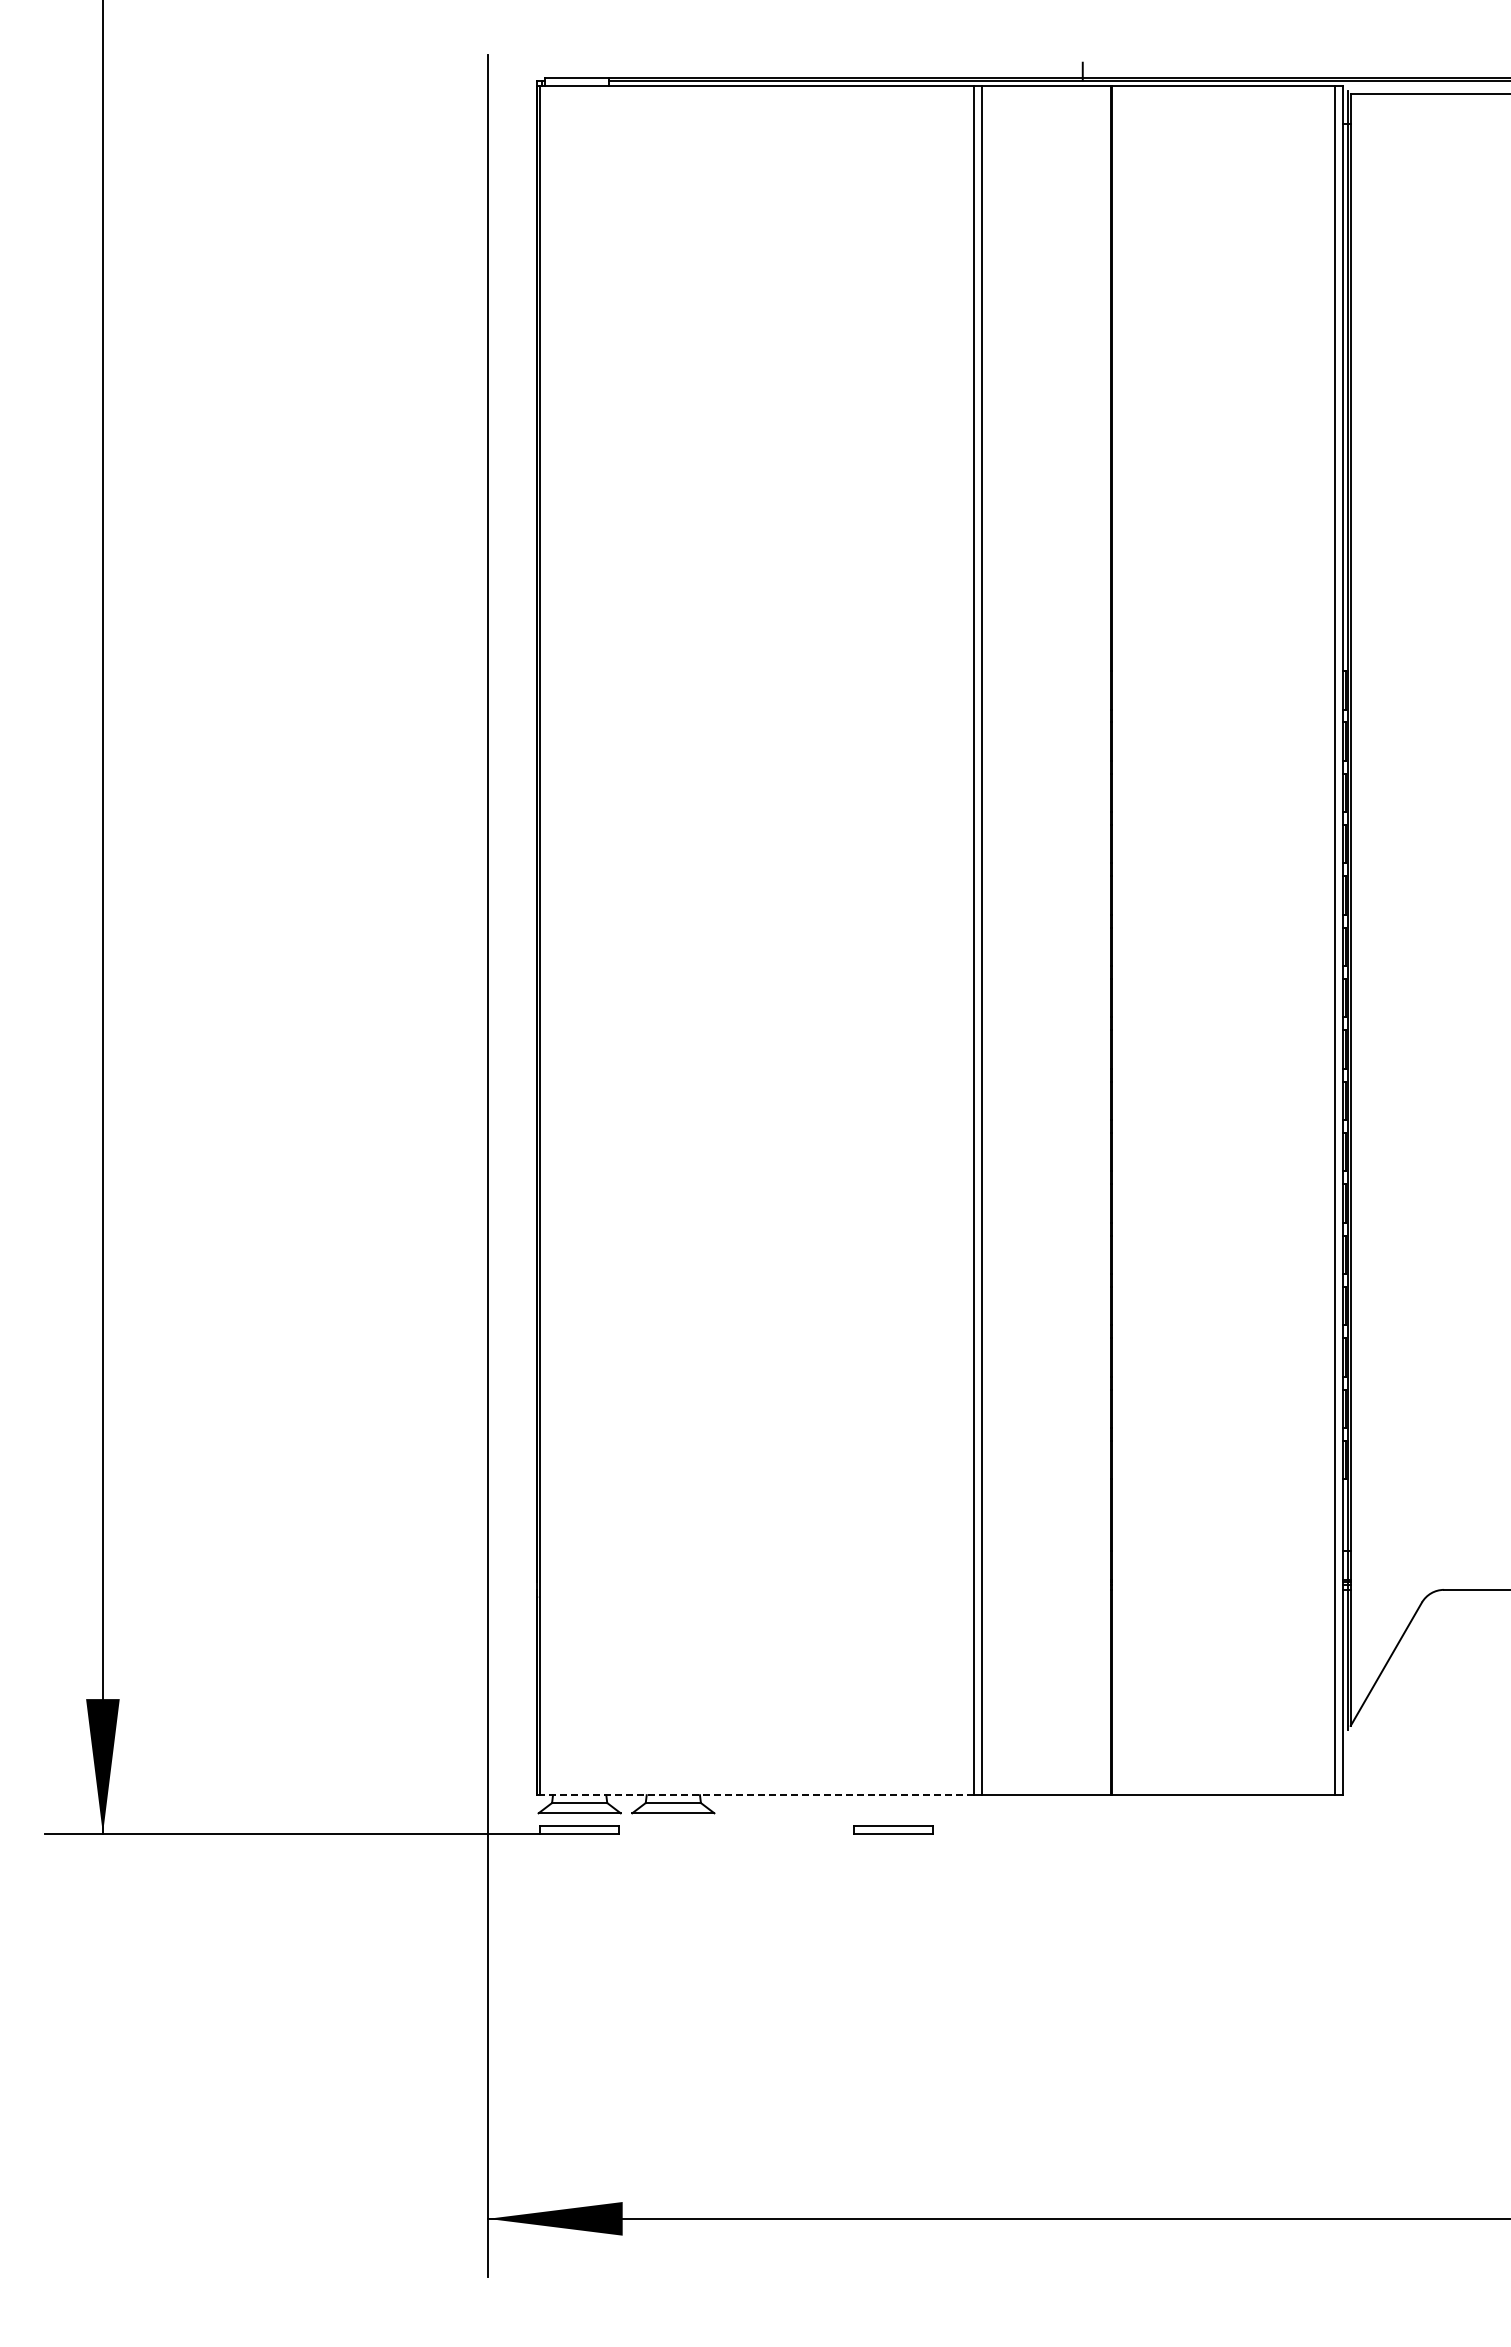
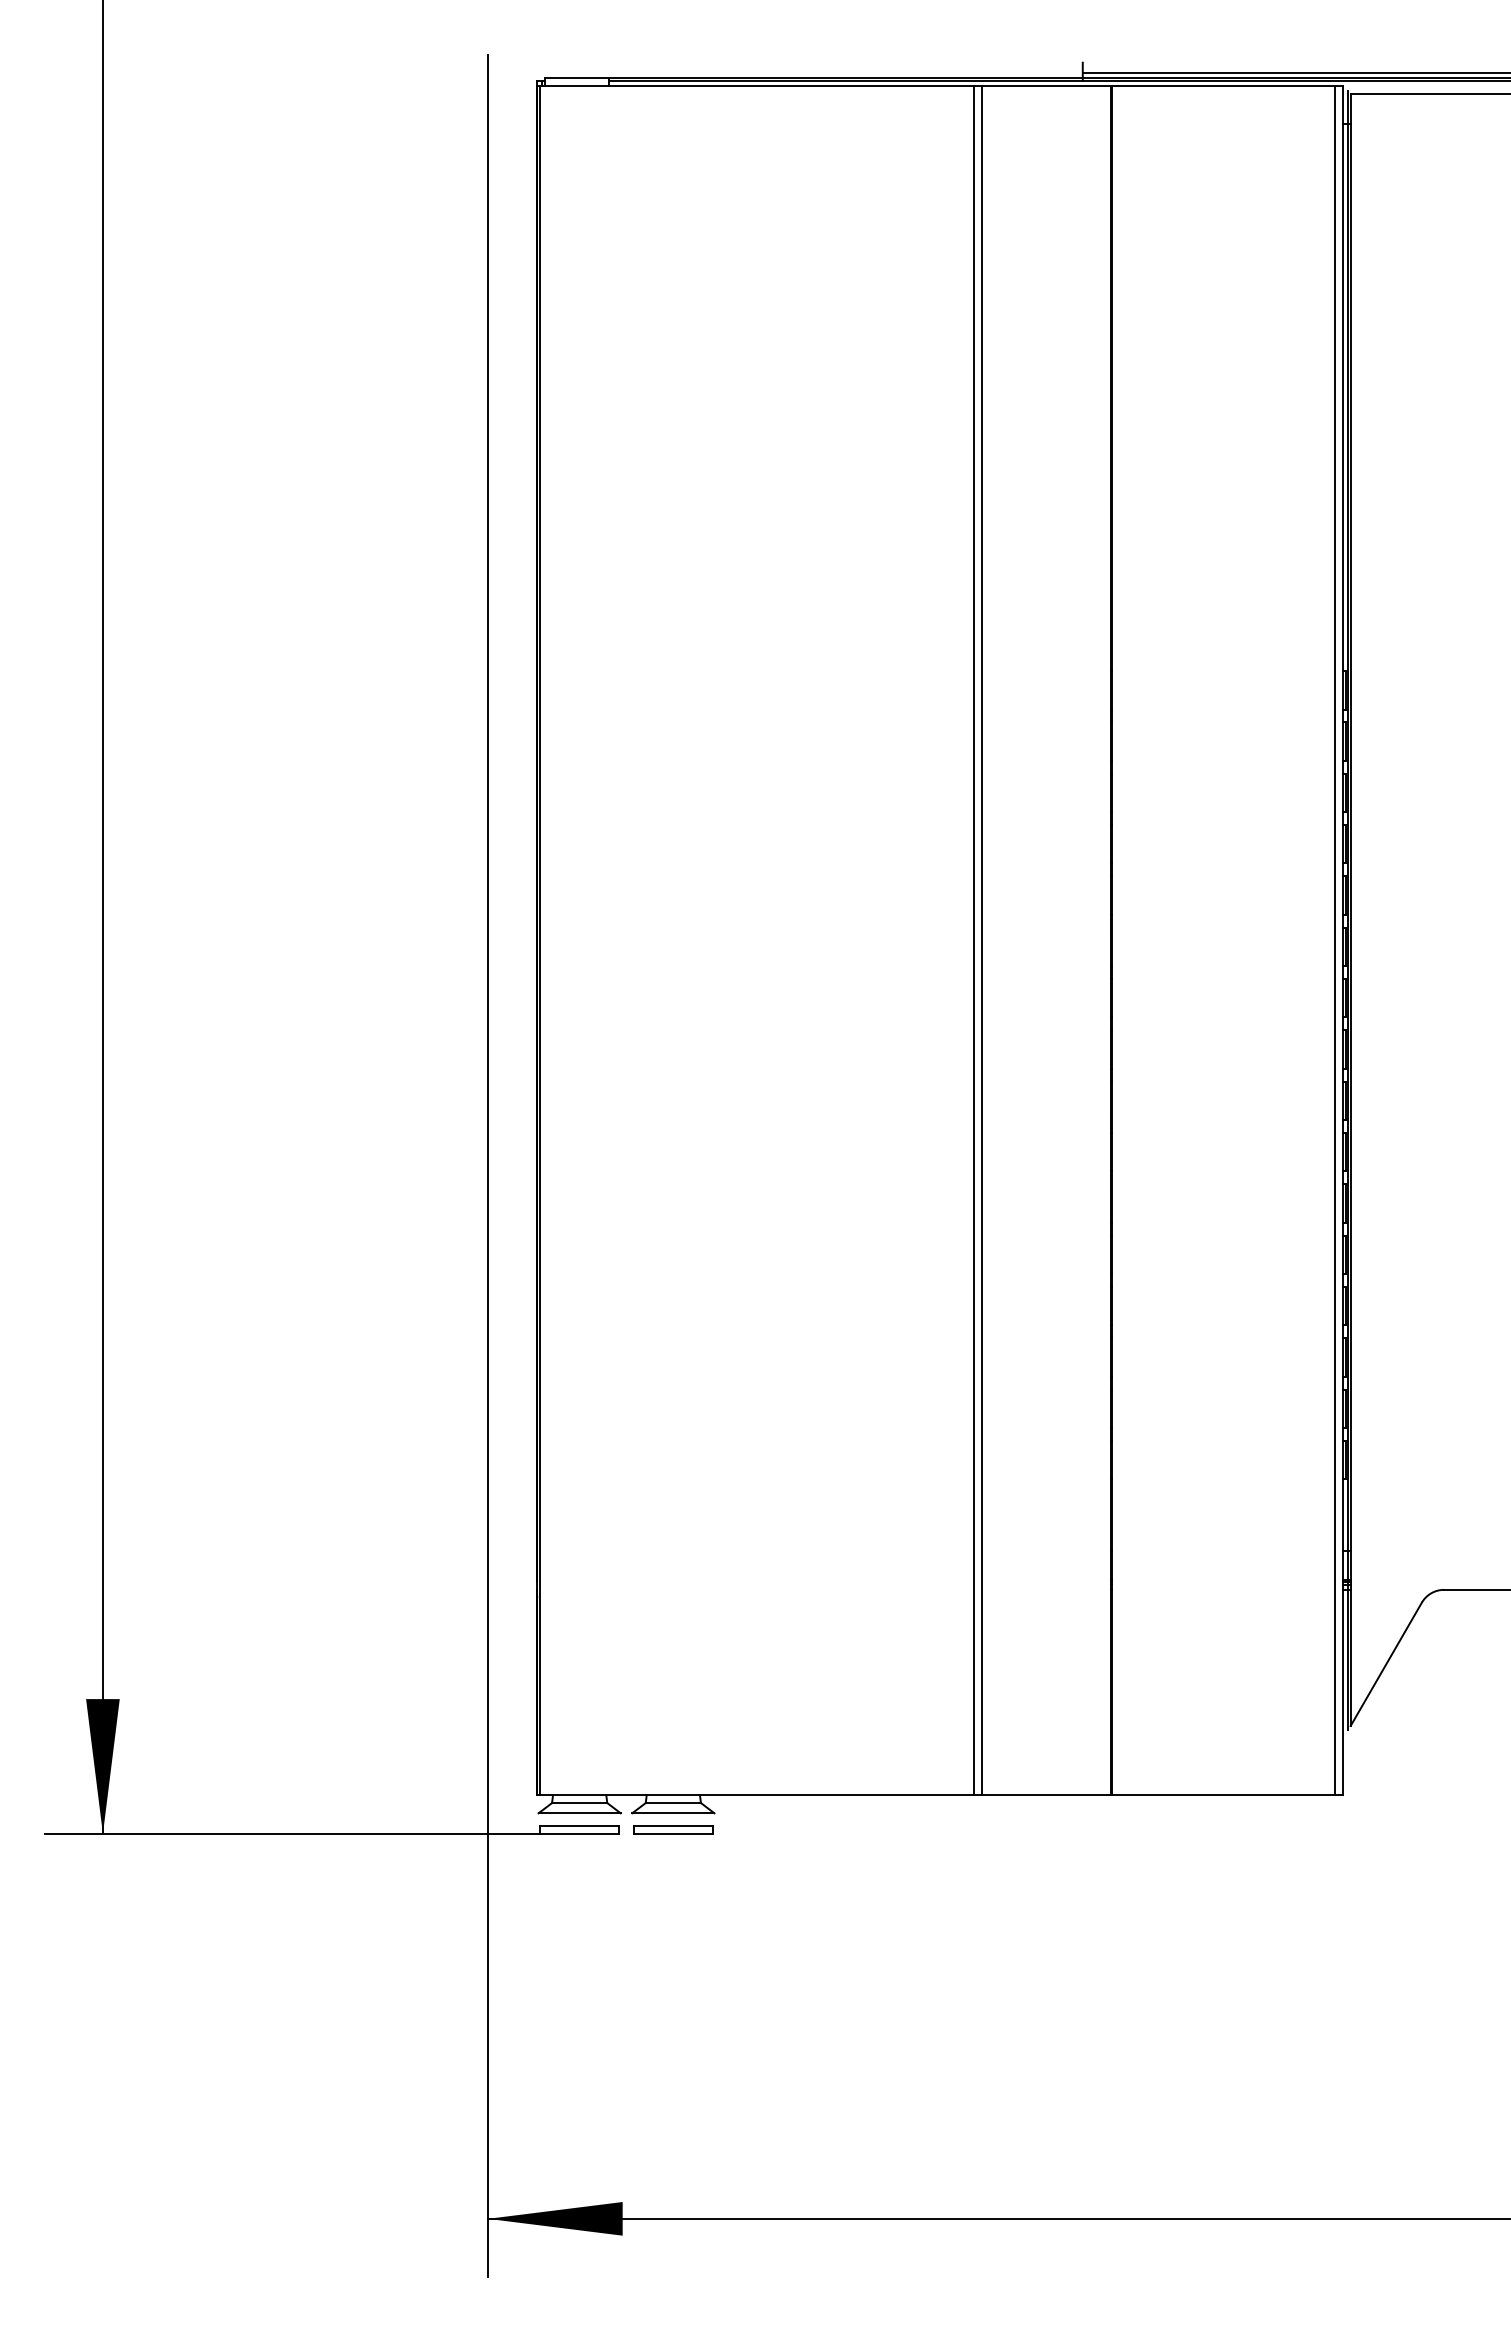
line at (1294, 72): none -> present
line at (756, 1795): dashed -> solid
part at (893, 1829) position: (893, 1829) -> (673, 1829)
